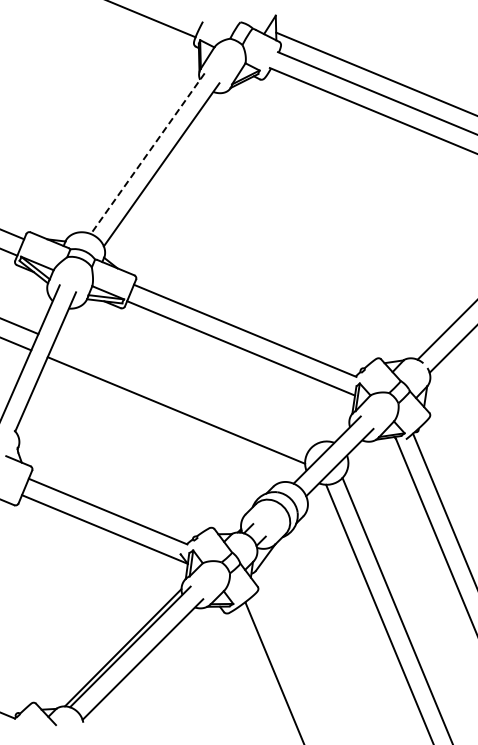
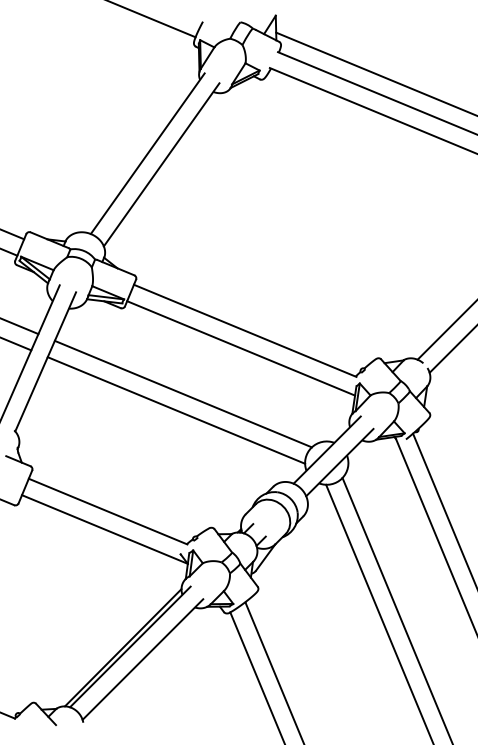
line at (147, 154): dashed -> solid
line at (182, 393): none -> present
line at (256, 676): none -> present
